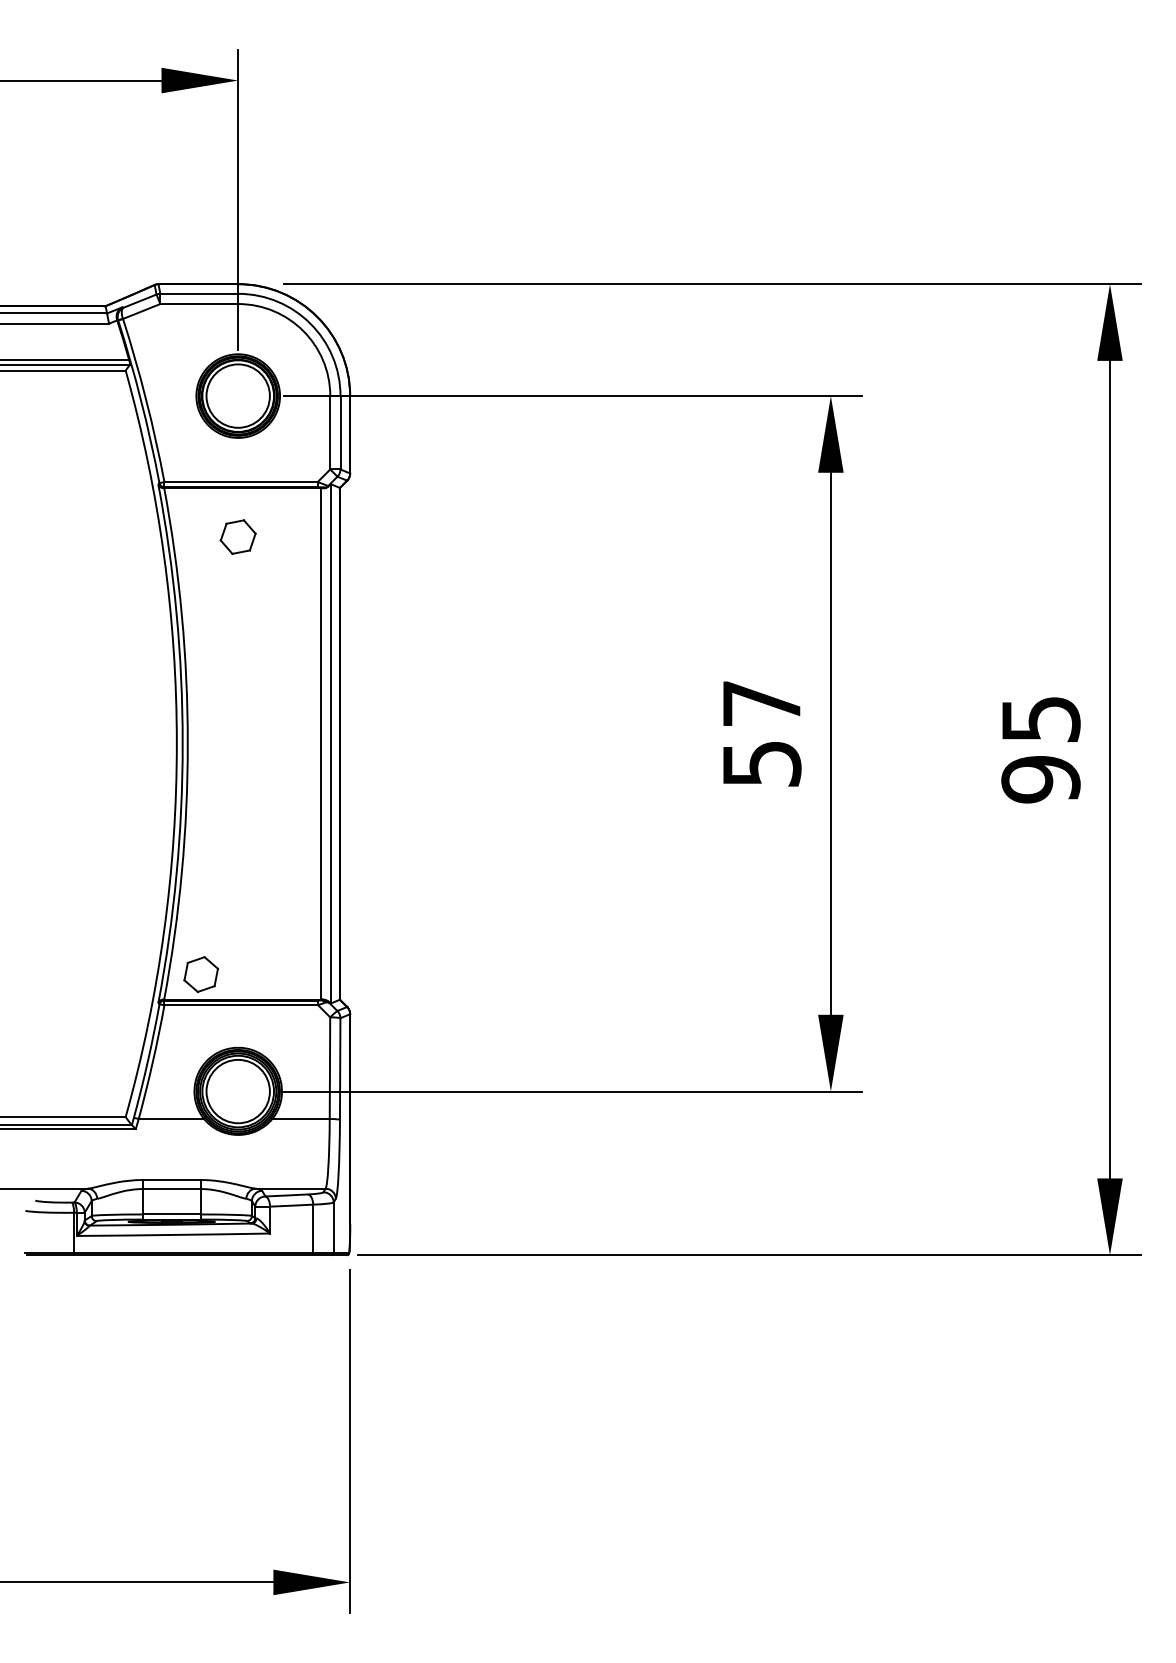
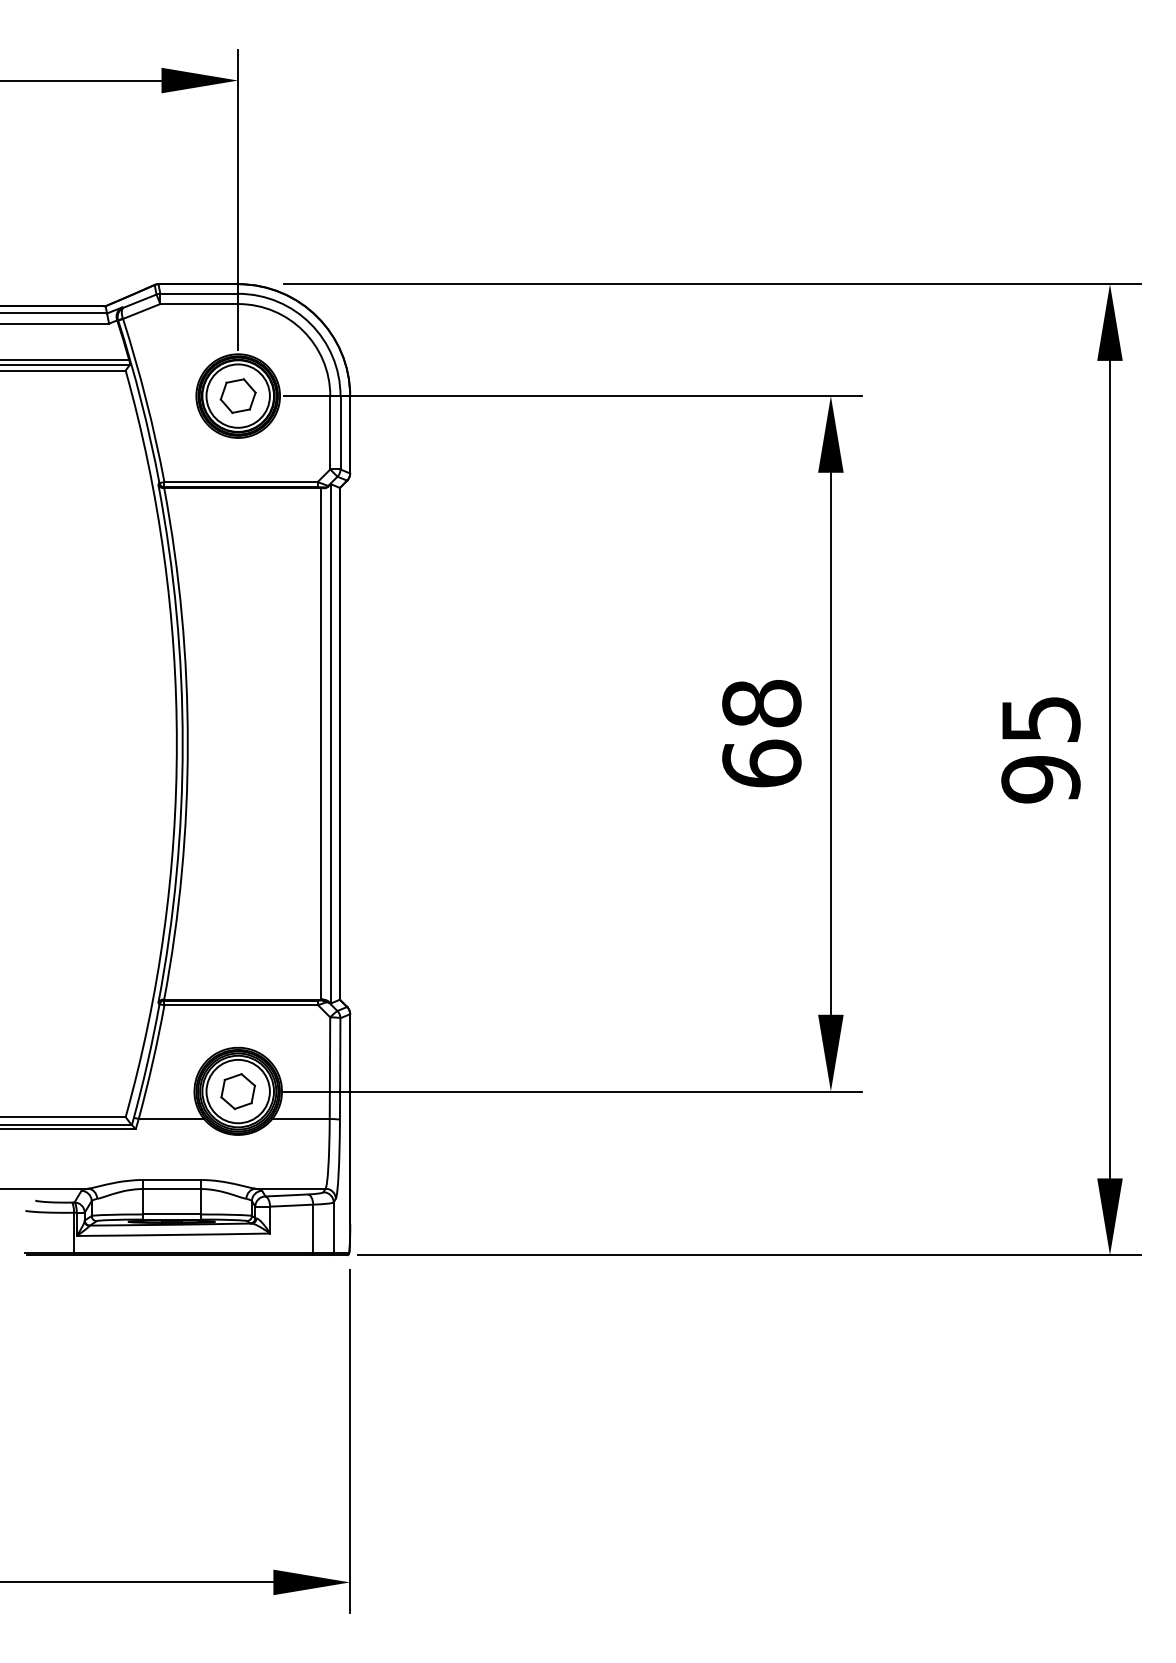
part at (237, 536) position: (237, 536) -> (237, 395)
text at (761, 733): 57 -> 68
part at (201, 974) position: (201, 974) -> (238, 1091)
